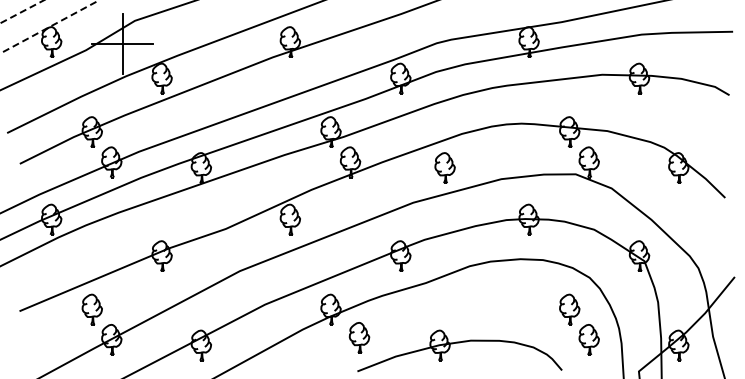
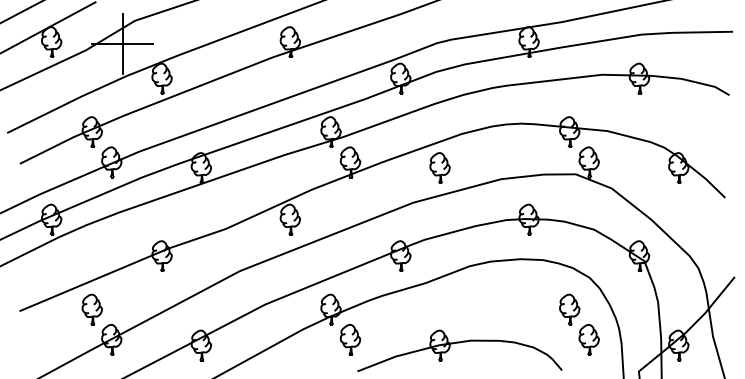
line at (22, 11): dashed -> solid
line at (48, 27): dashed -> solid
part at (444, 167) position: (444, 167) -> (439, 167)
part at (359, 337) position: (359, 337) -> (350, 339)
